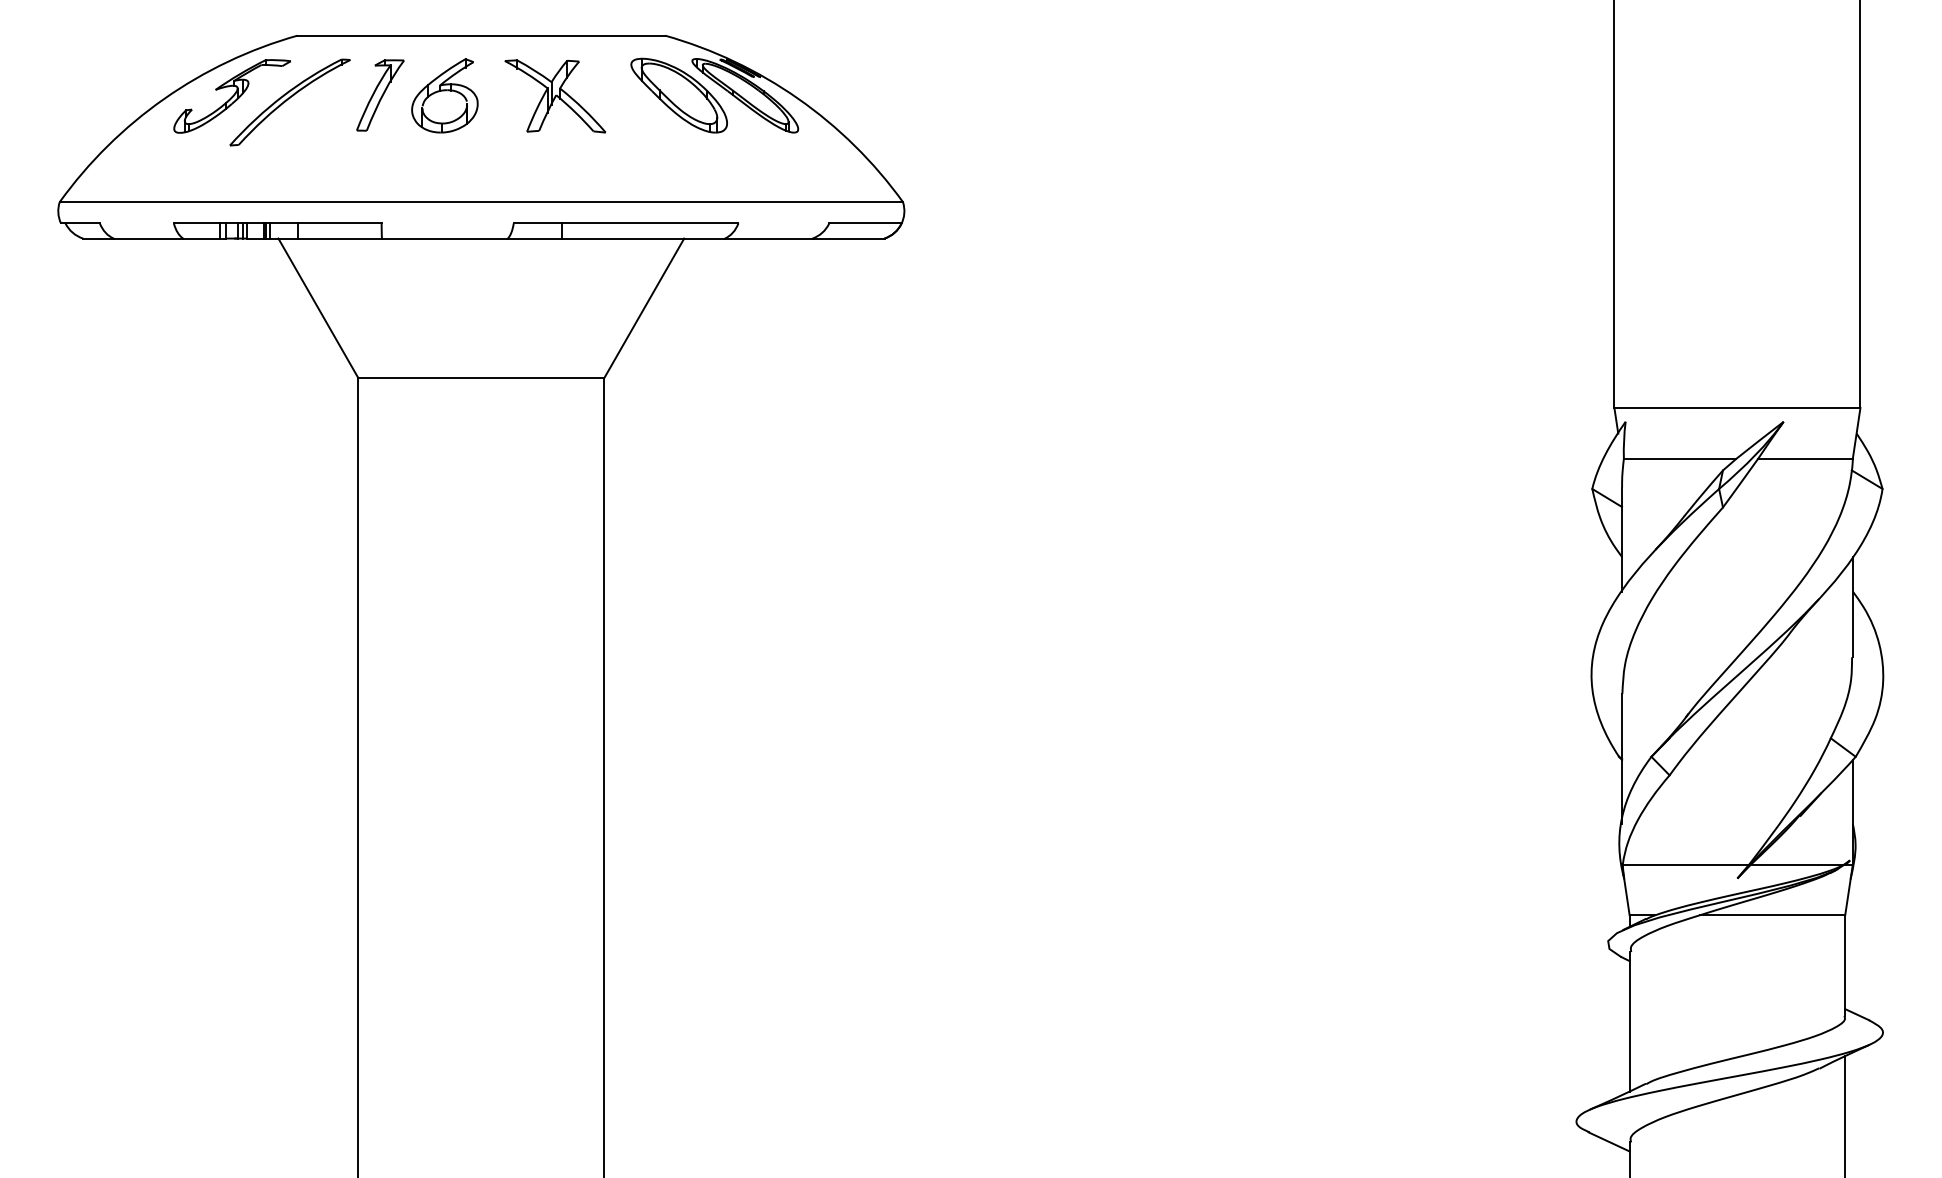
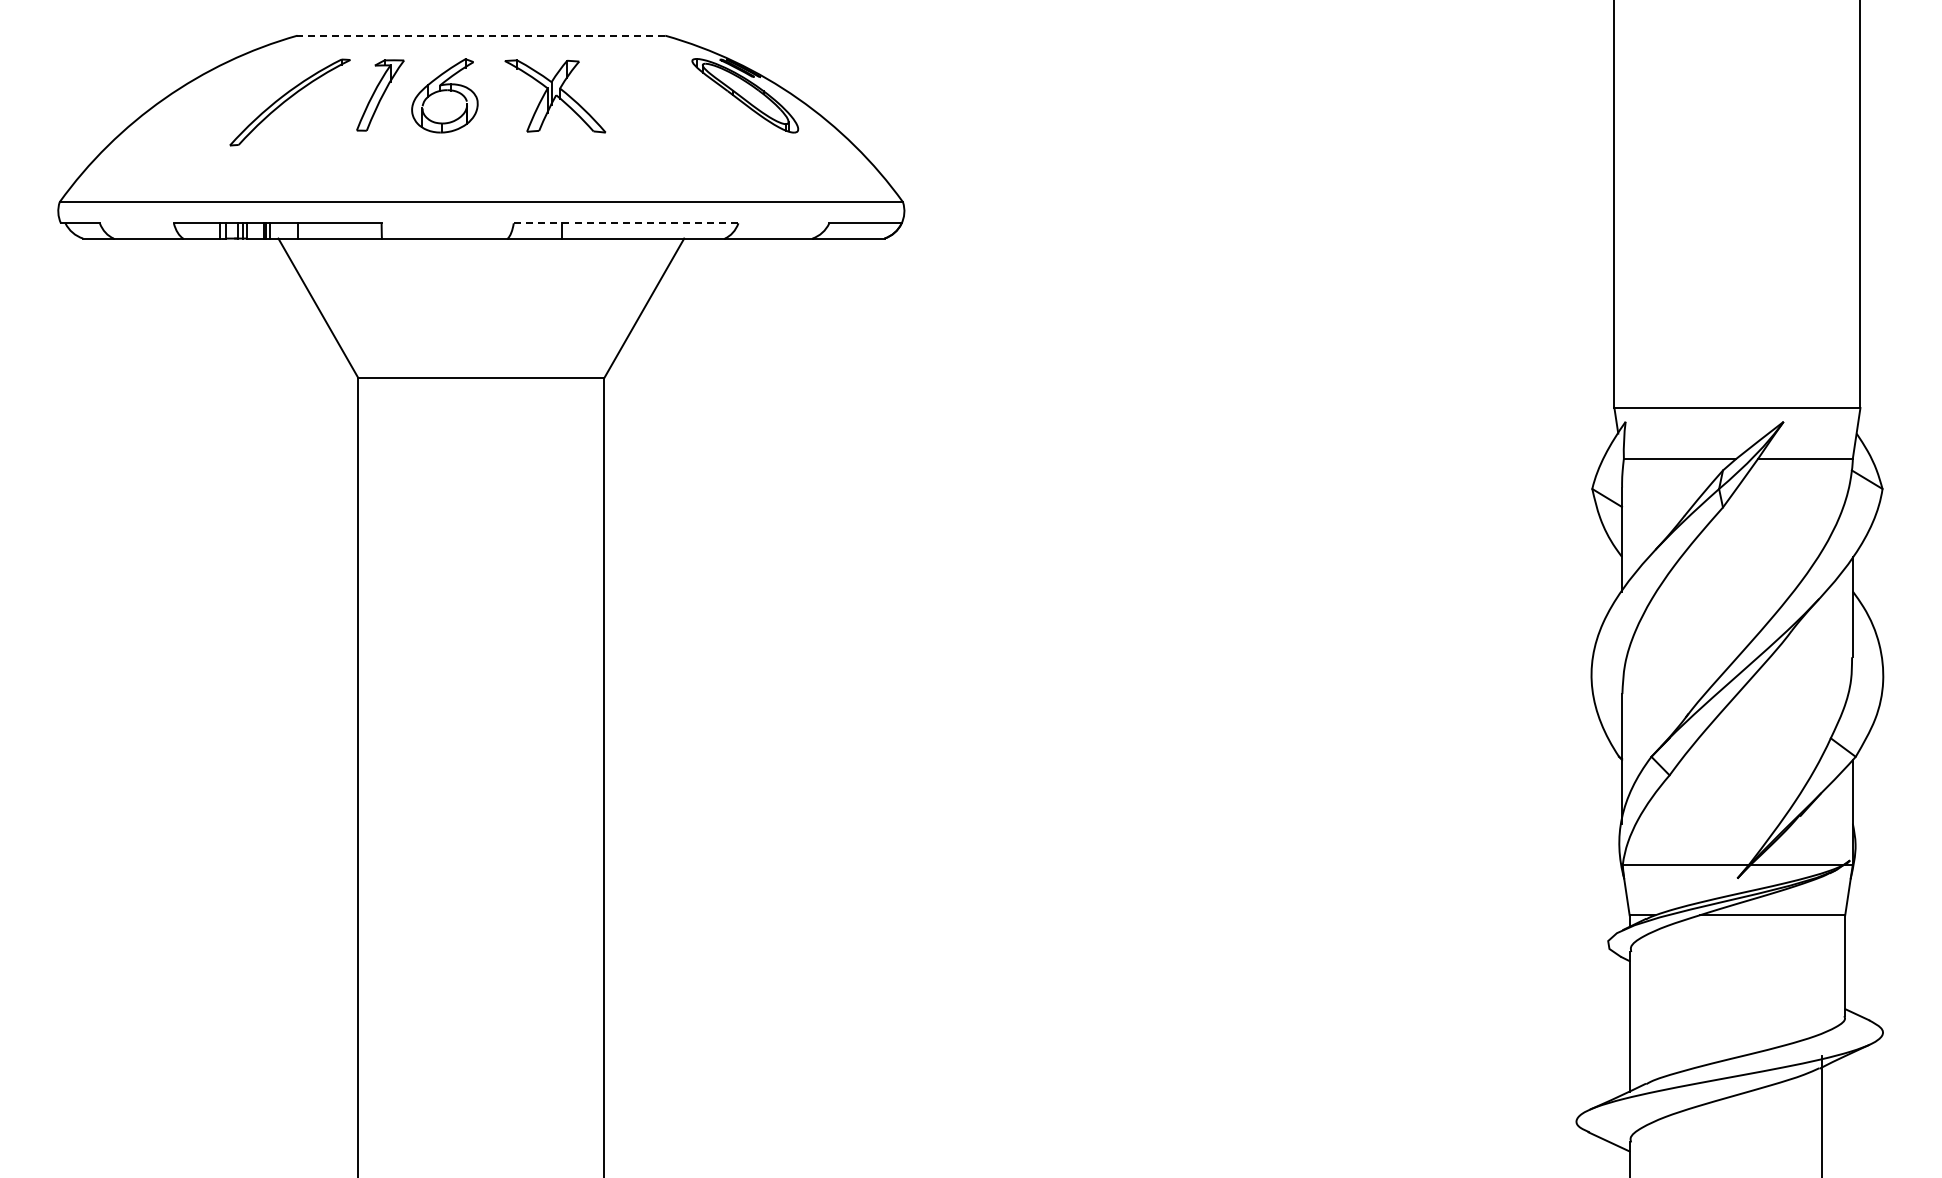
line at (481, 35): solid -> dashed
part at (678, 95): present -> none
part at (231, 96): present -> none
line at (625, 223): solid -> dashed
line at (1845, 1115) position: (1845, 1115) -> (1822, 1115)
